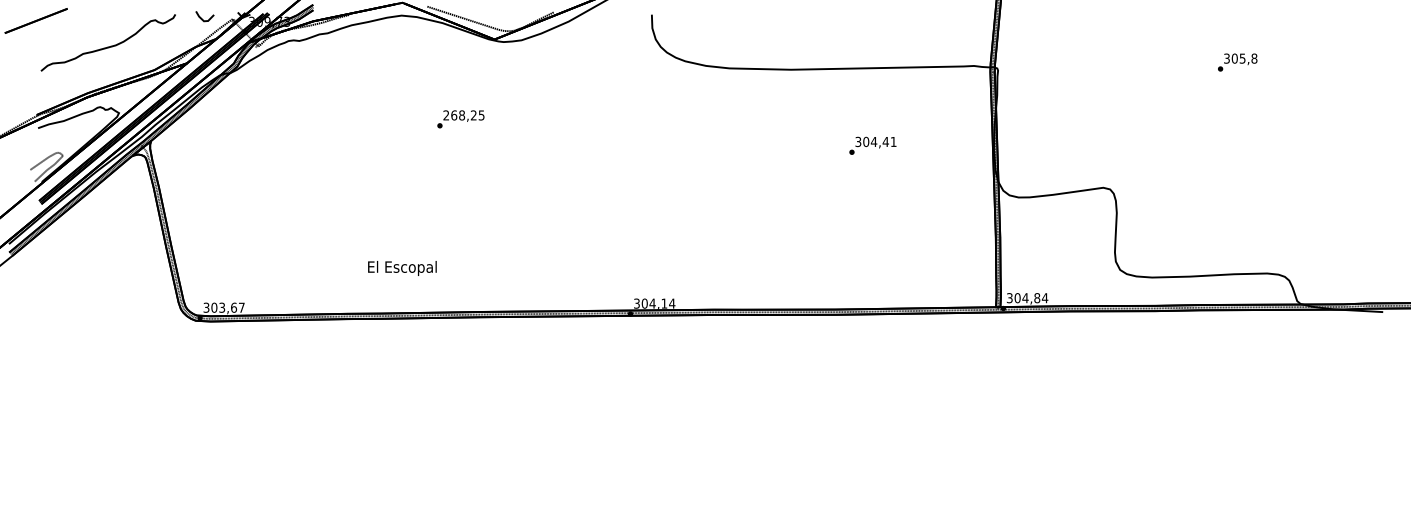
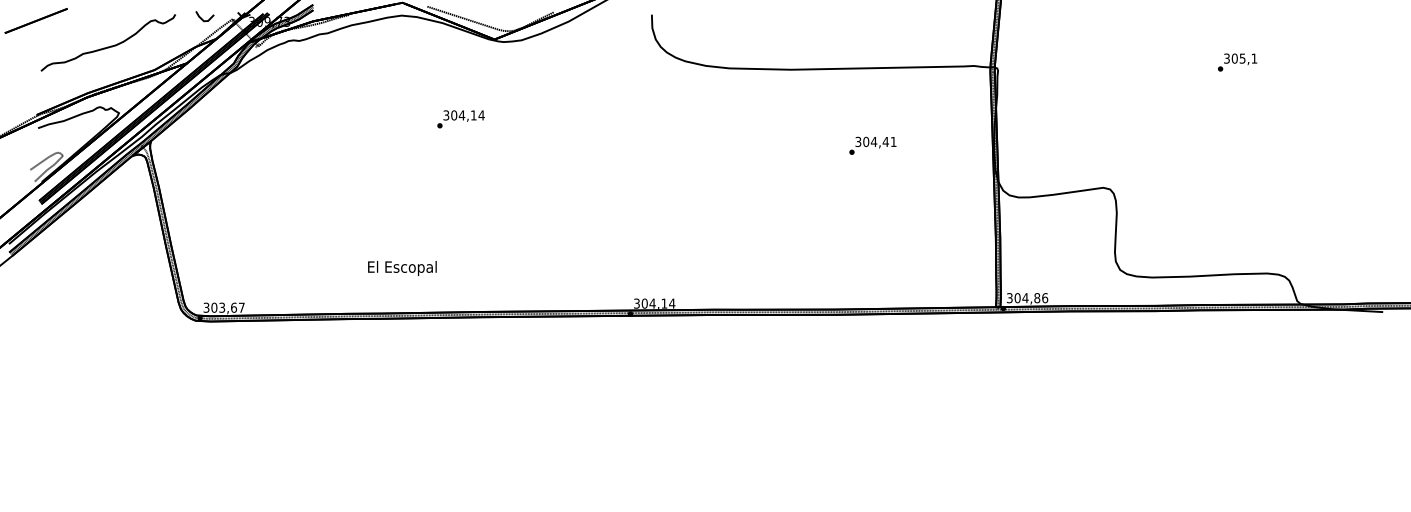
text at (1254, 58): 305,8 -> 305,1
text at (463, 115): 268,25 -> 304,14
text at (1044, 298): 304,84 -> 304,86
